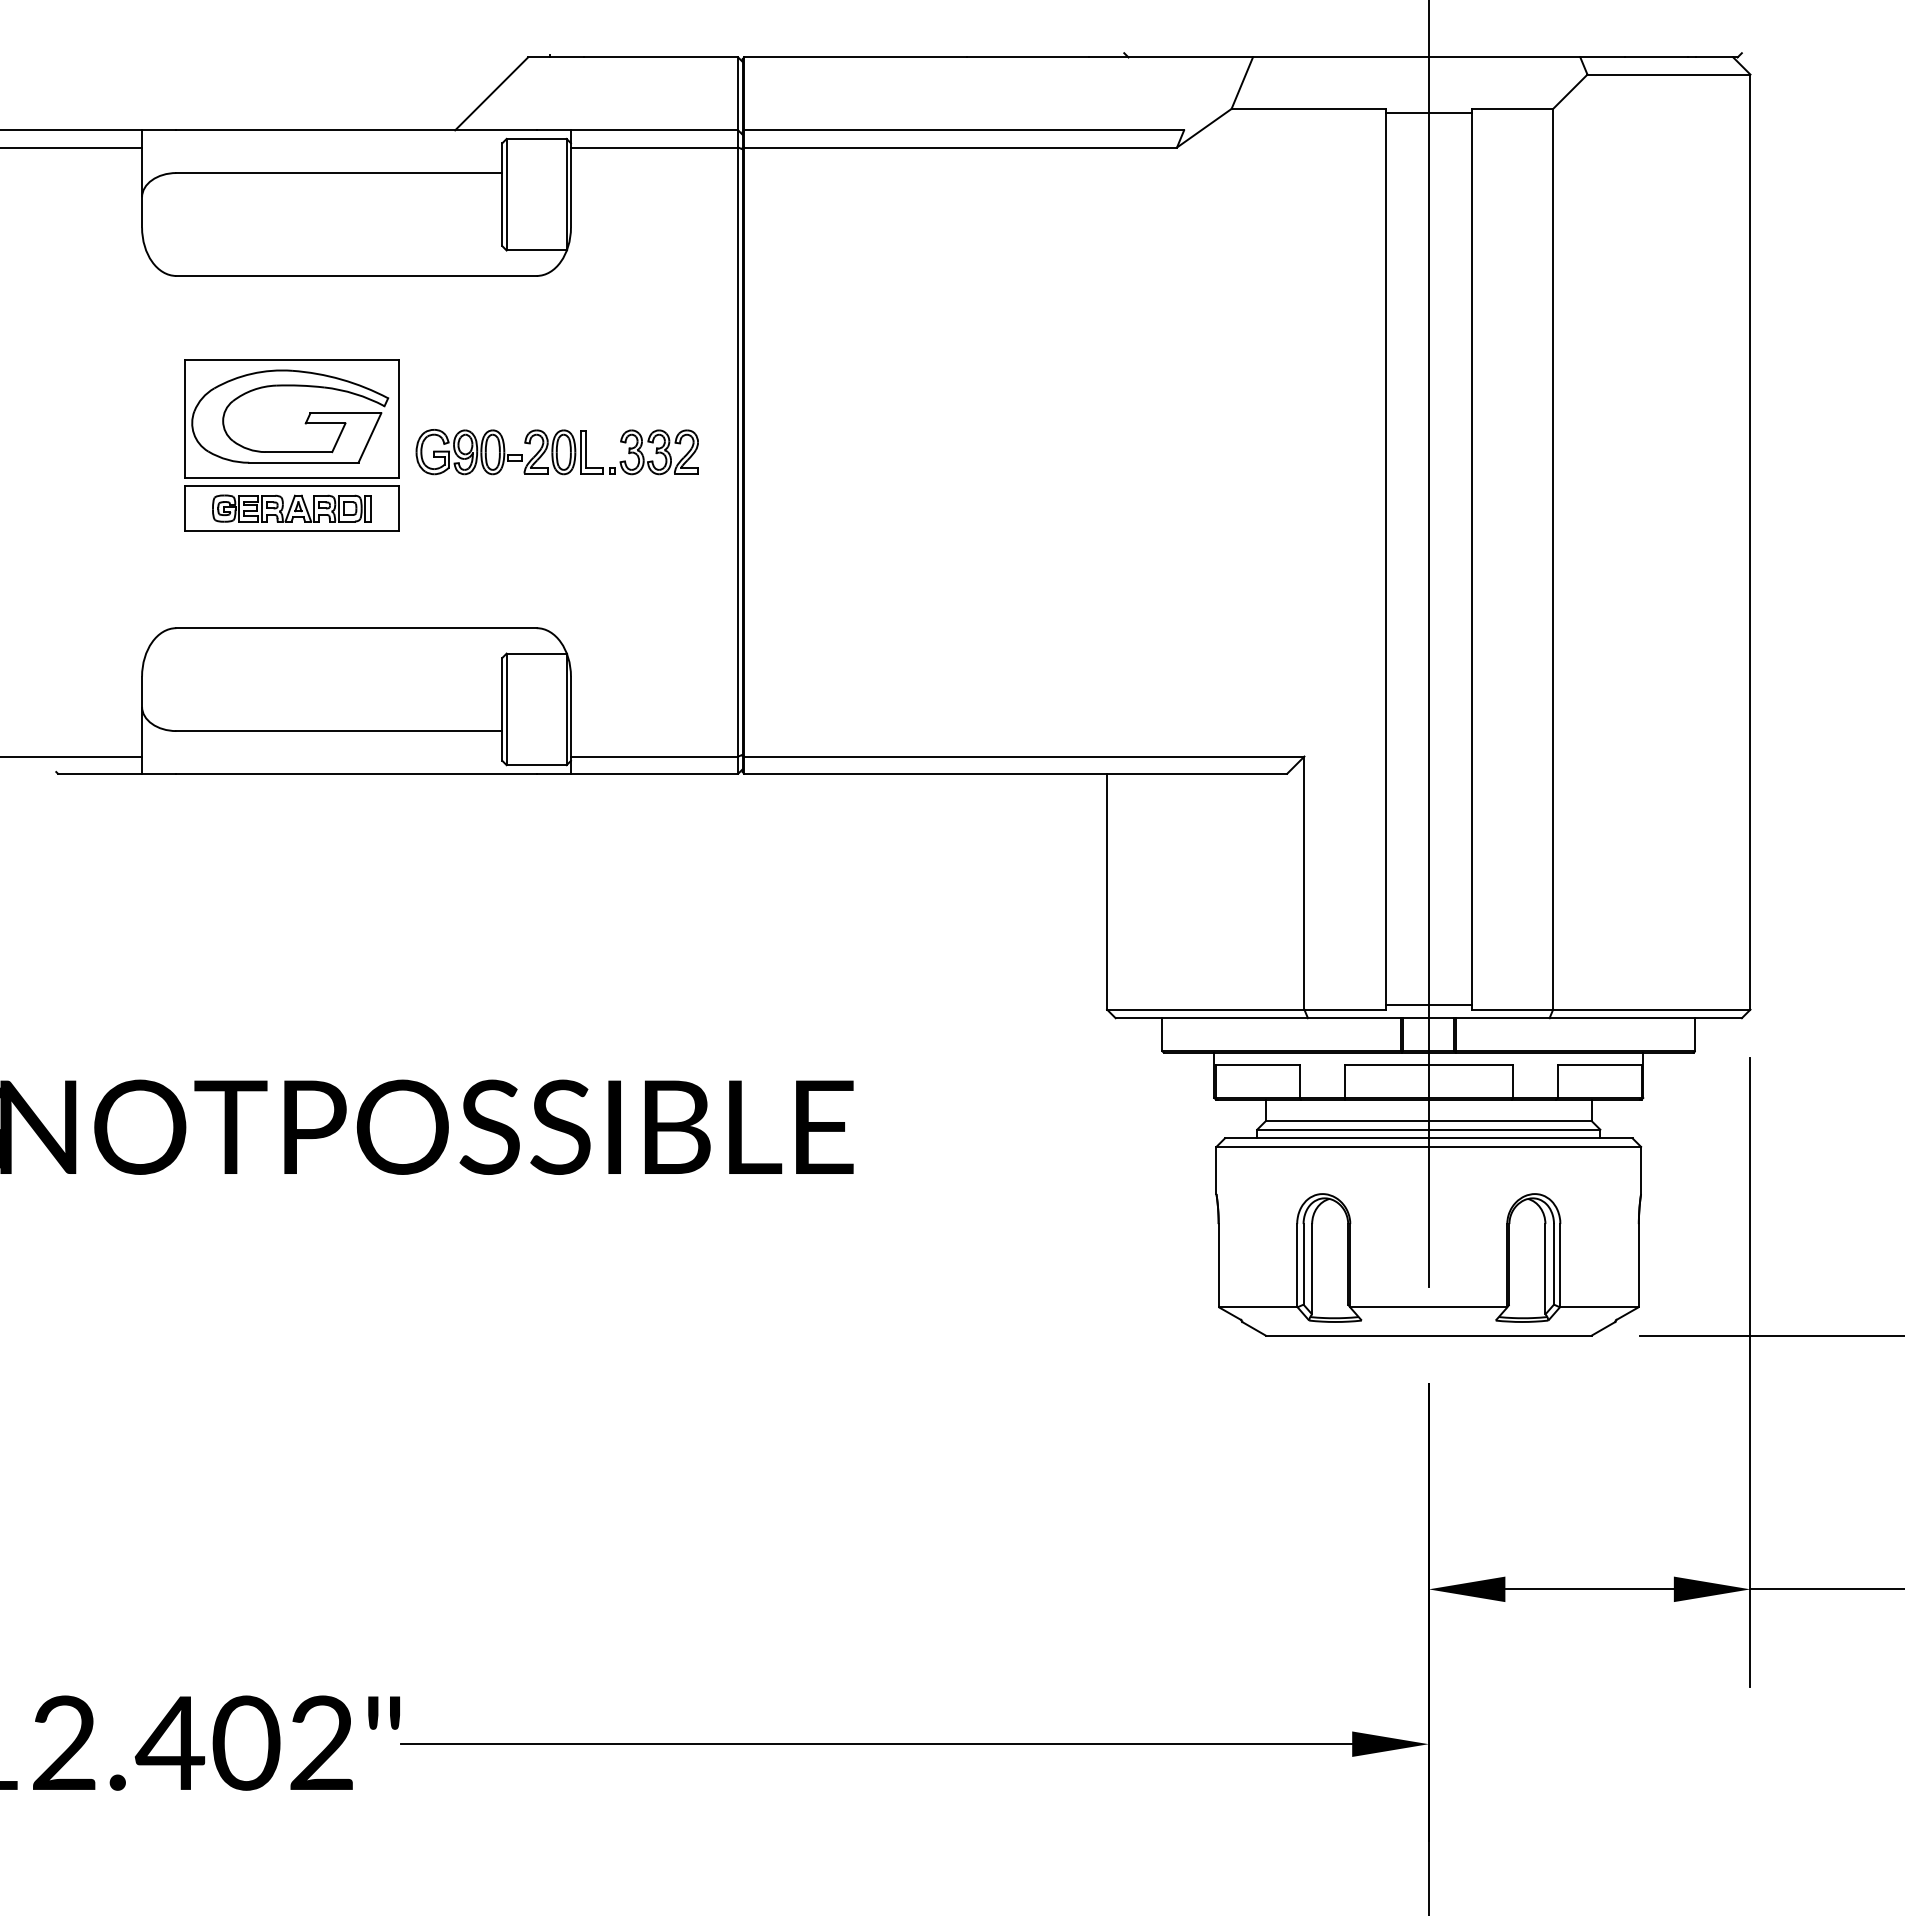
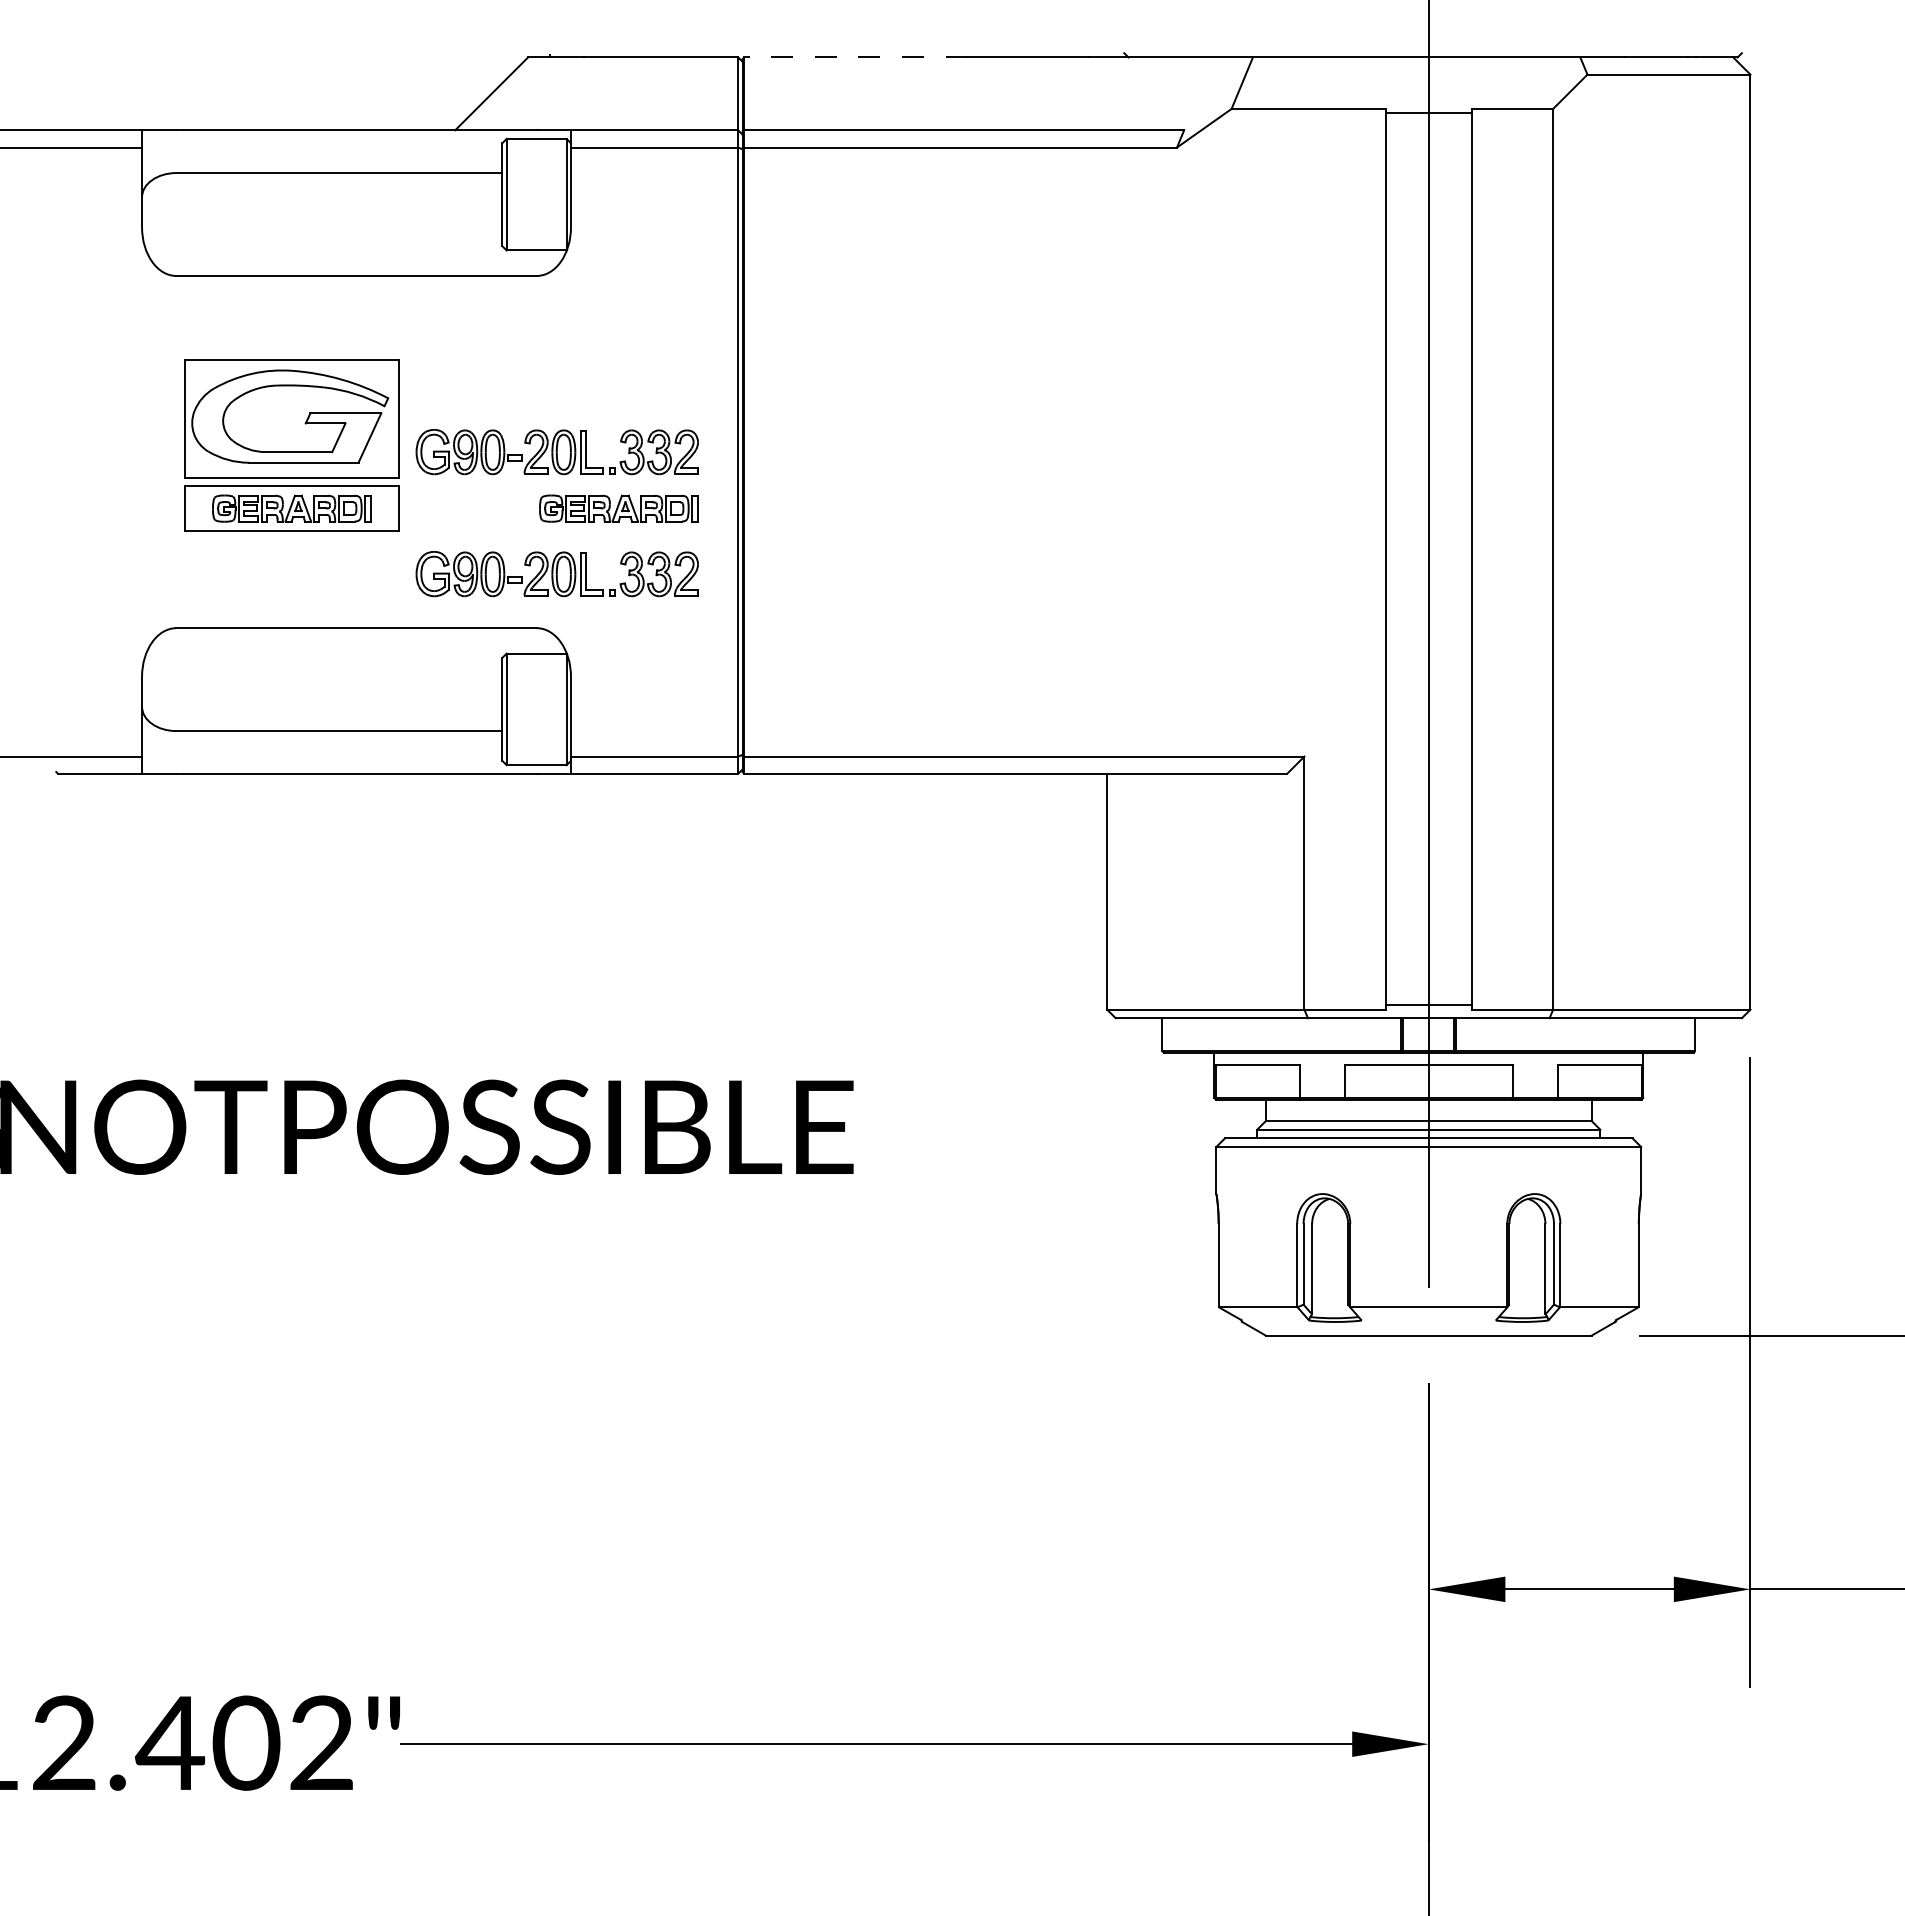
line at (855, 57): solid -> dashed
part at (618, 508): none -> present
part at (556, 574): none -> present
